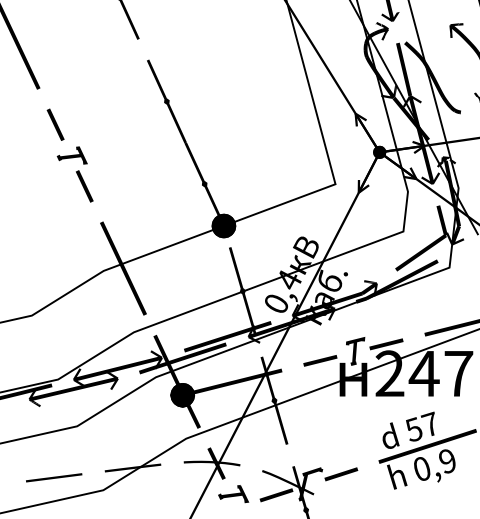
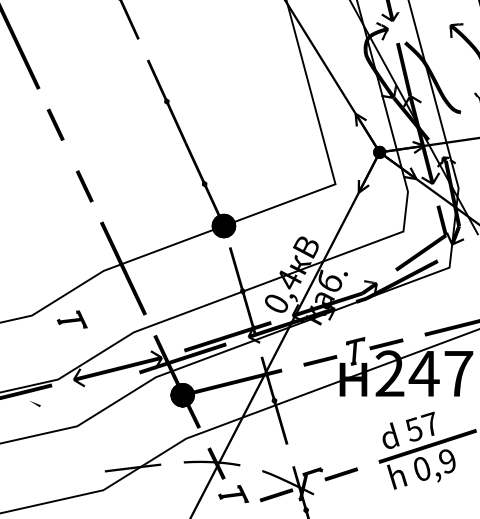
part at (71, 155) position: (71, 155) -> (71, 319)
fill at (73, 387): present -> none
fill at (53, 477): present -> none
